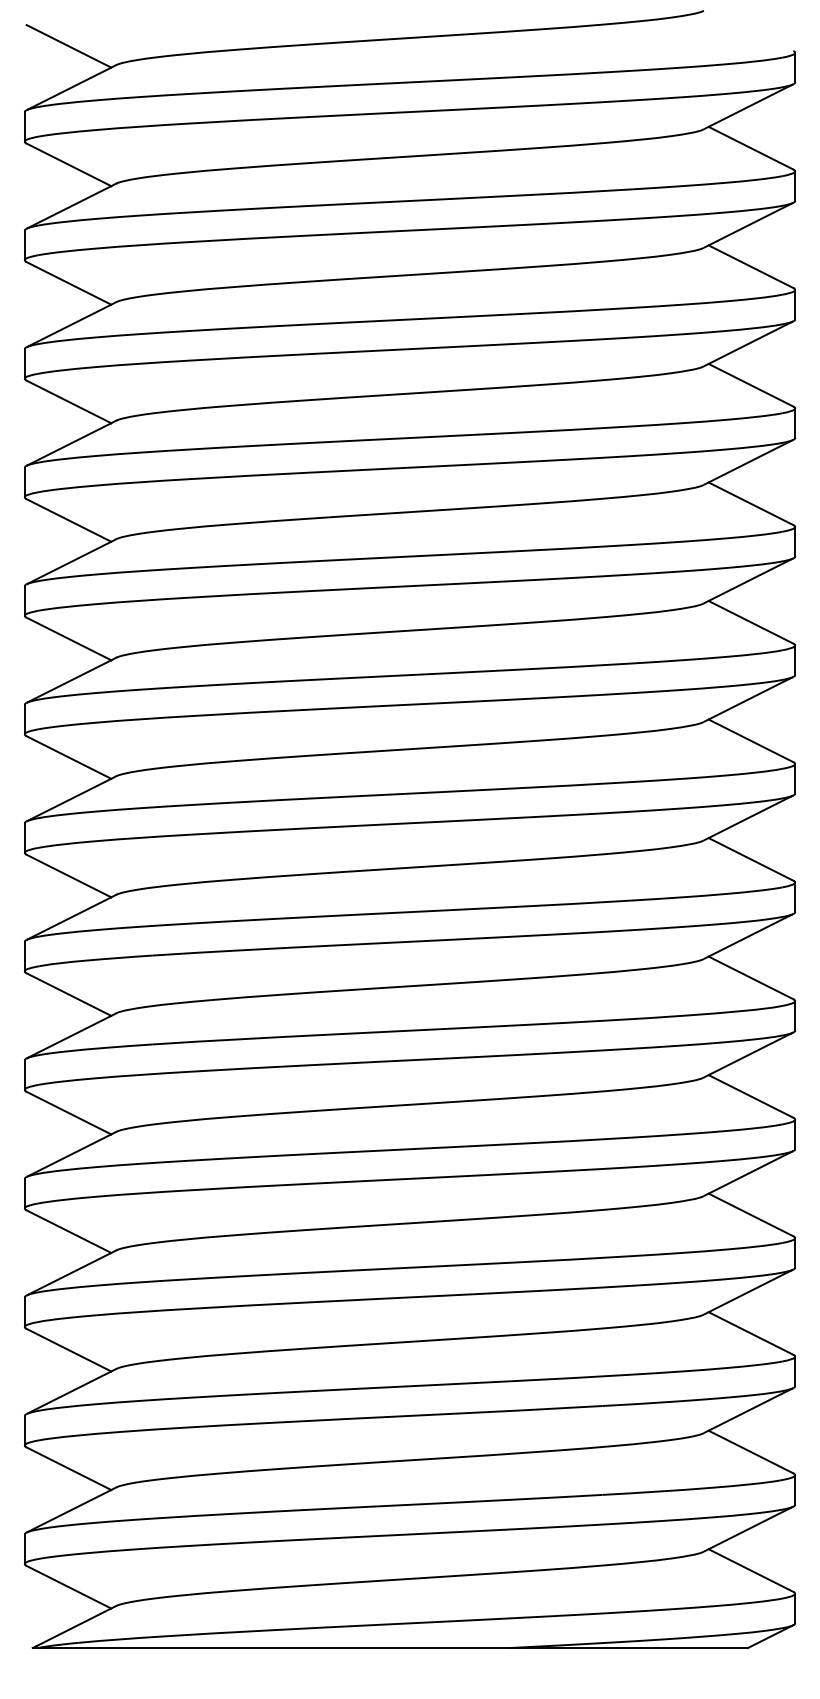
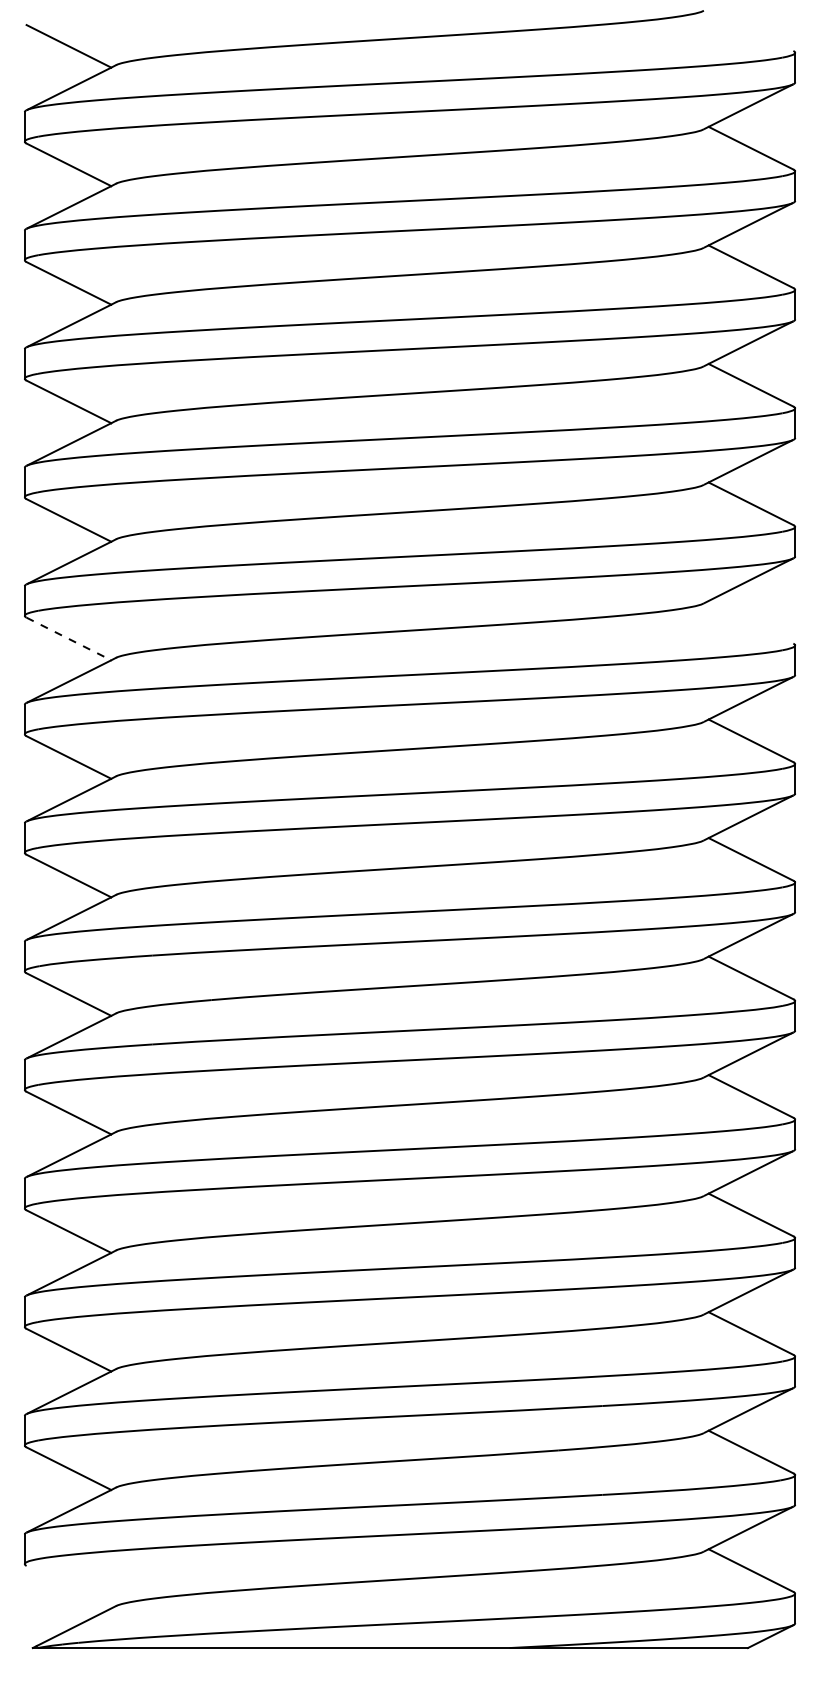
line at (750, 622): present -> none
line at (69, 639): solid -> dashed
line at (68, 1586): present -> none
